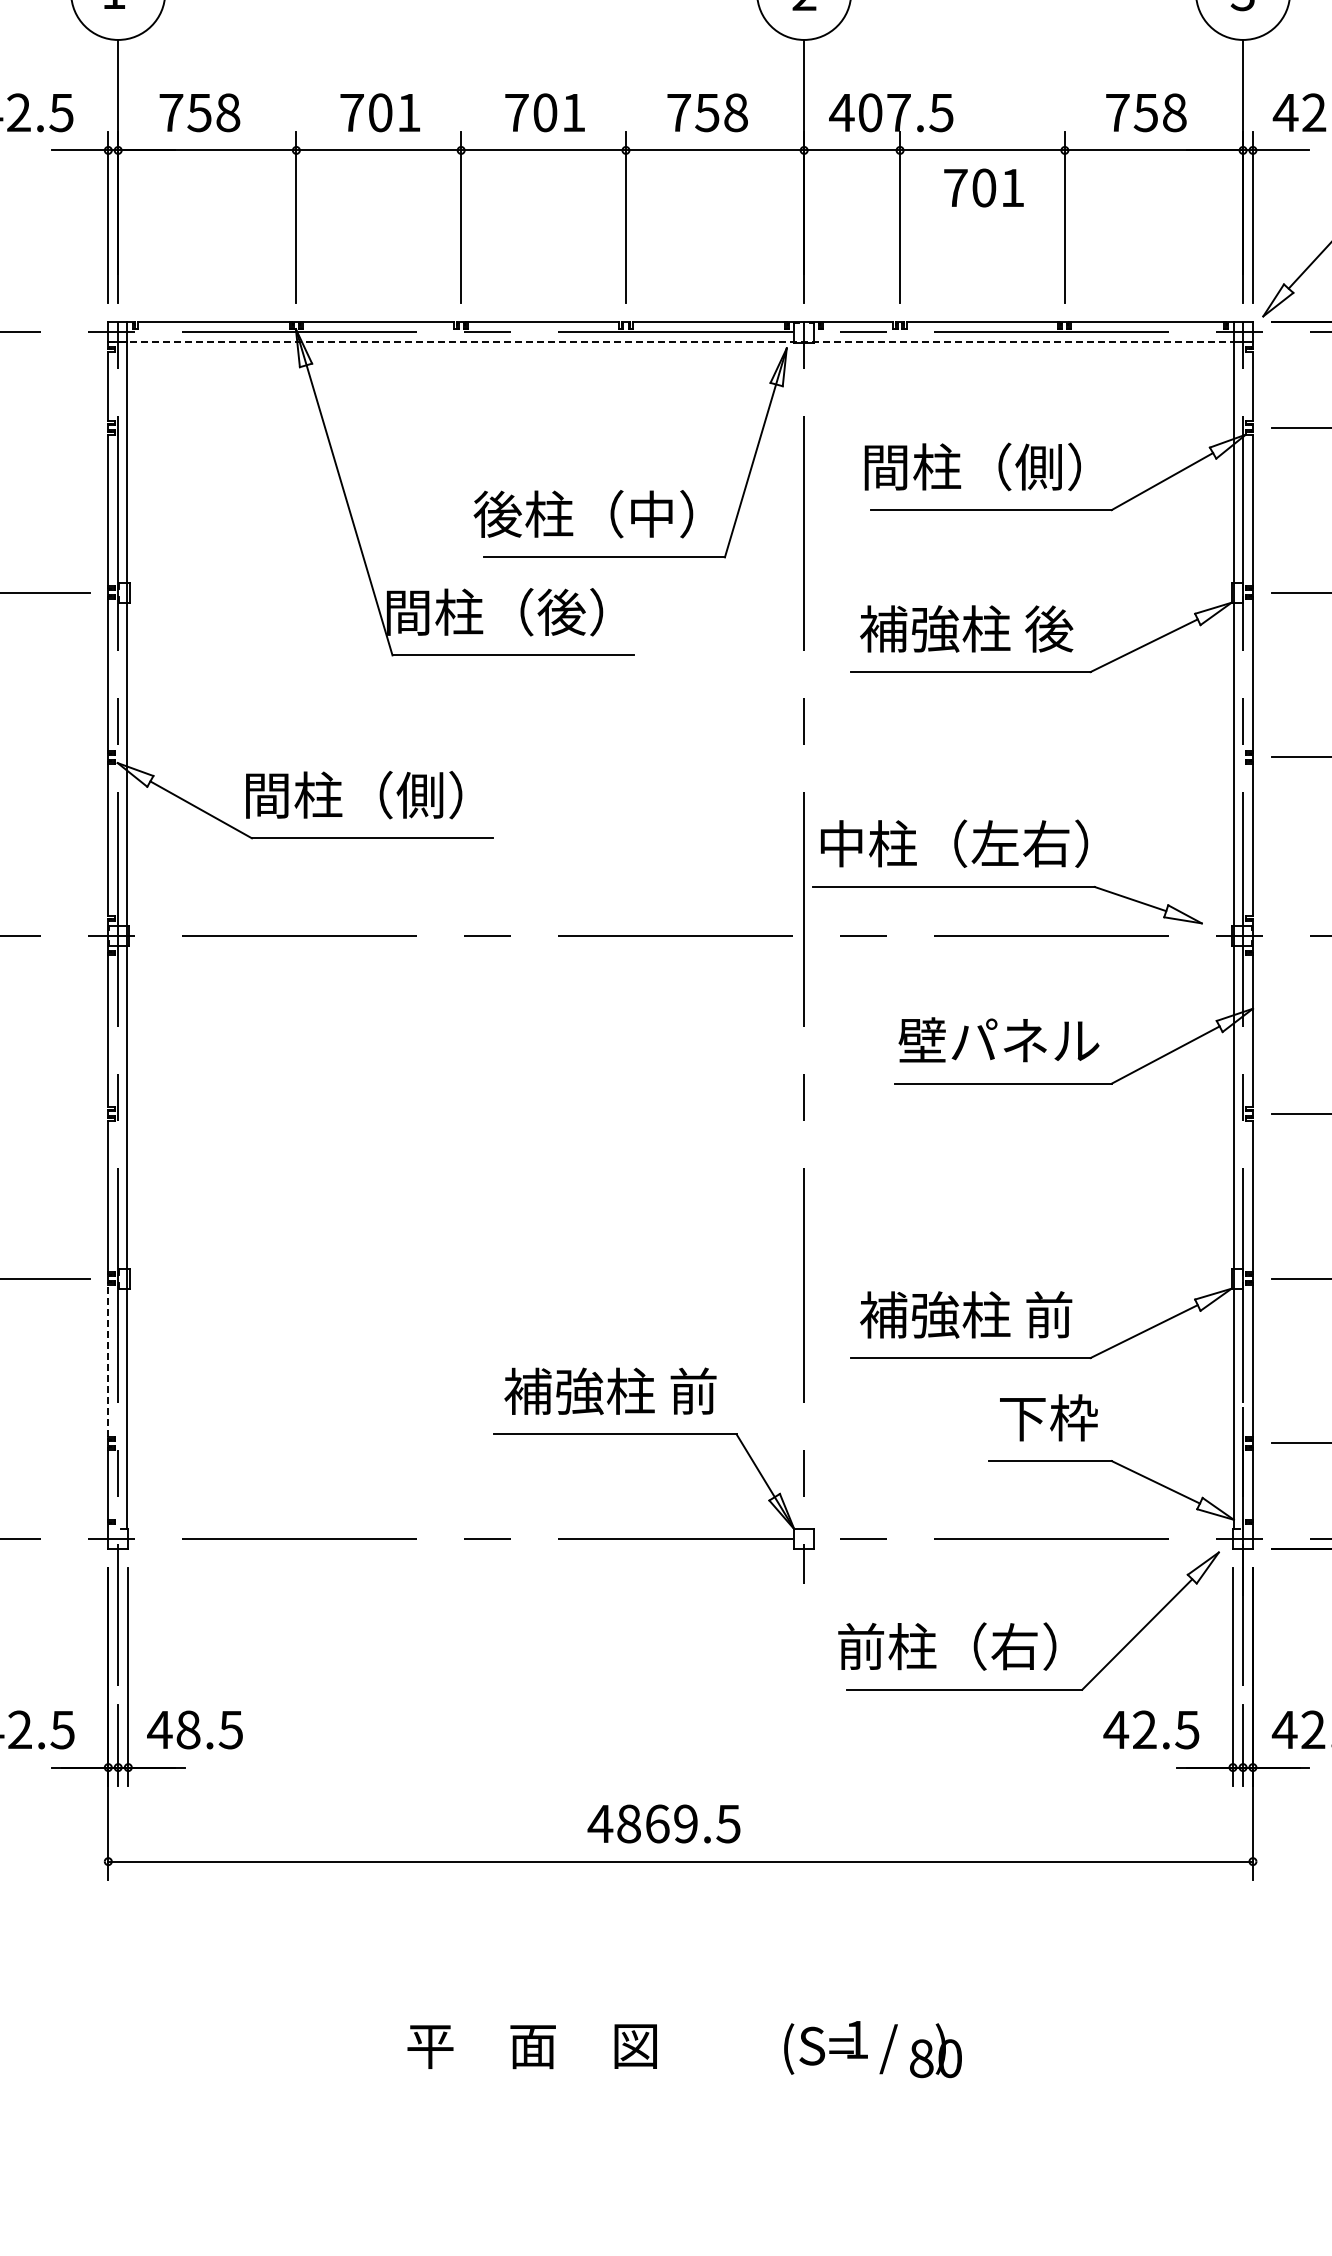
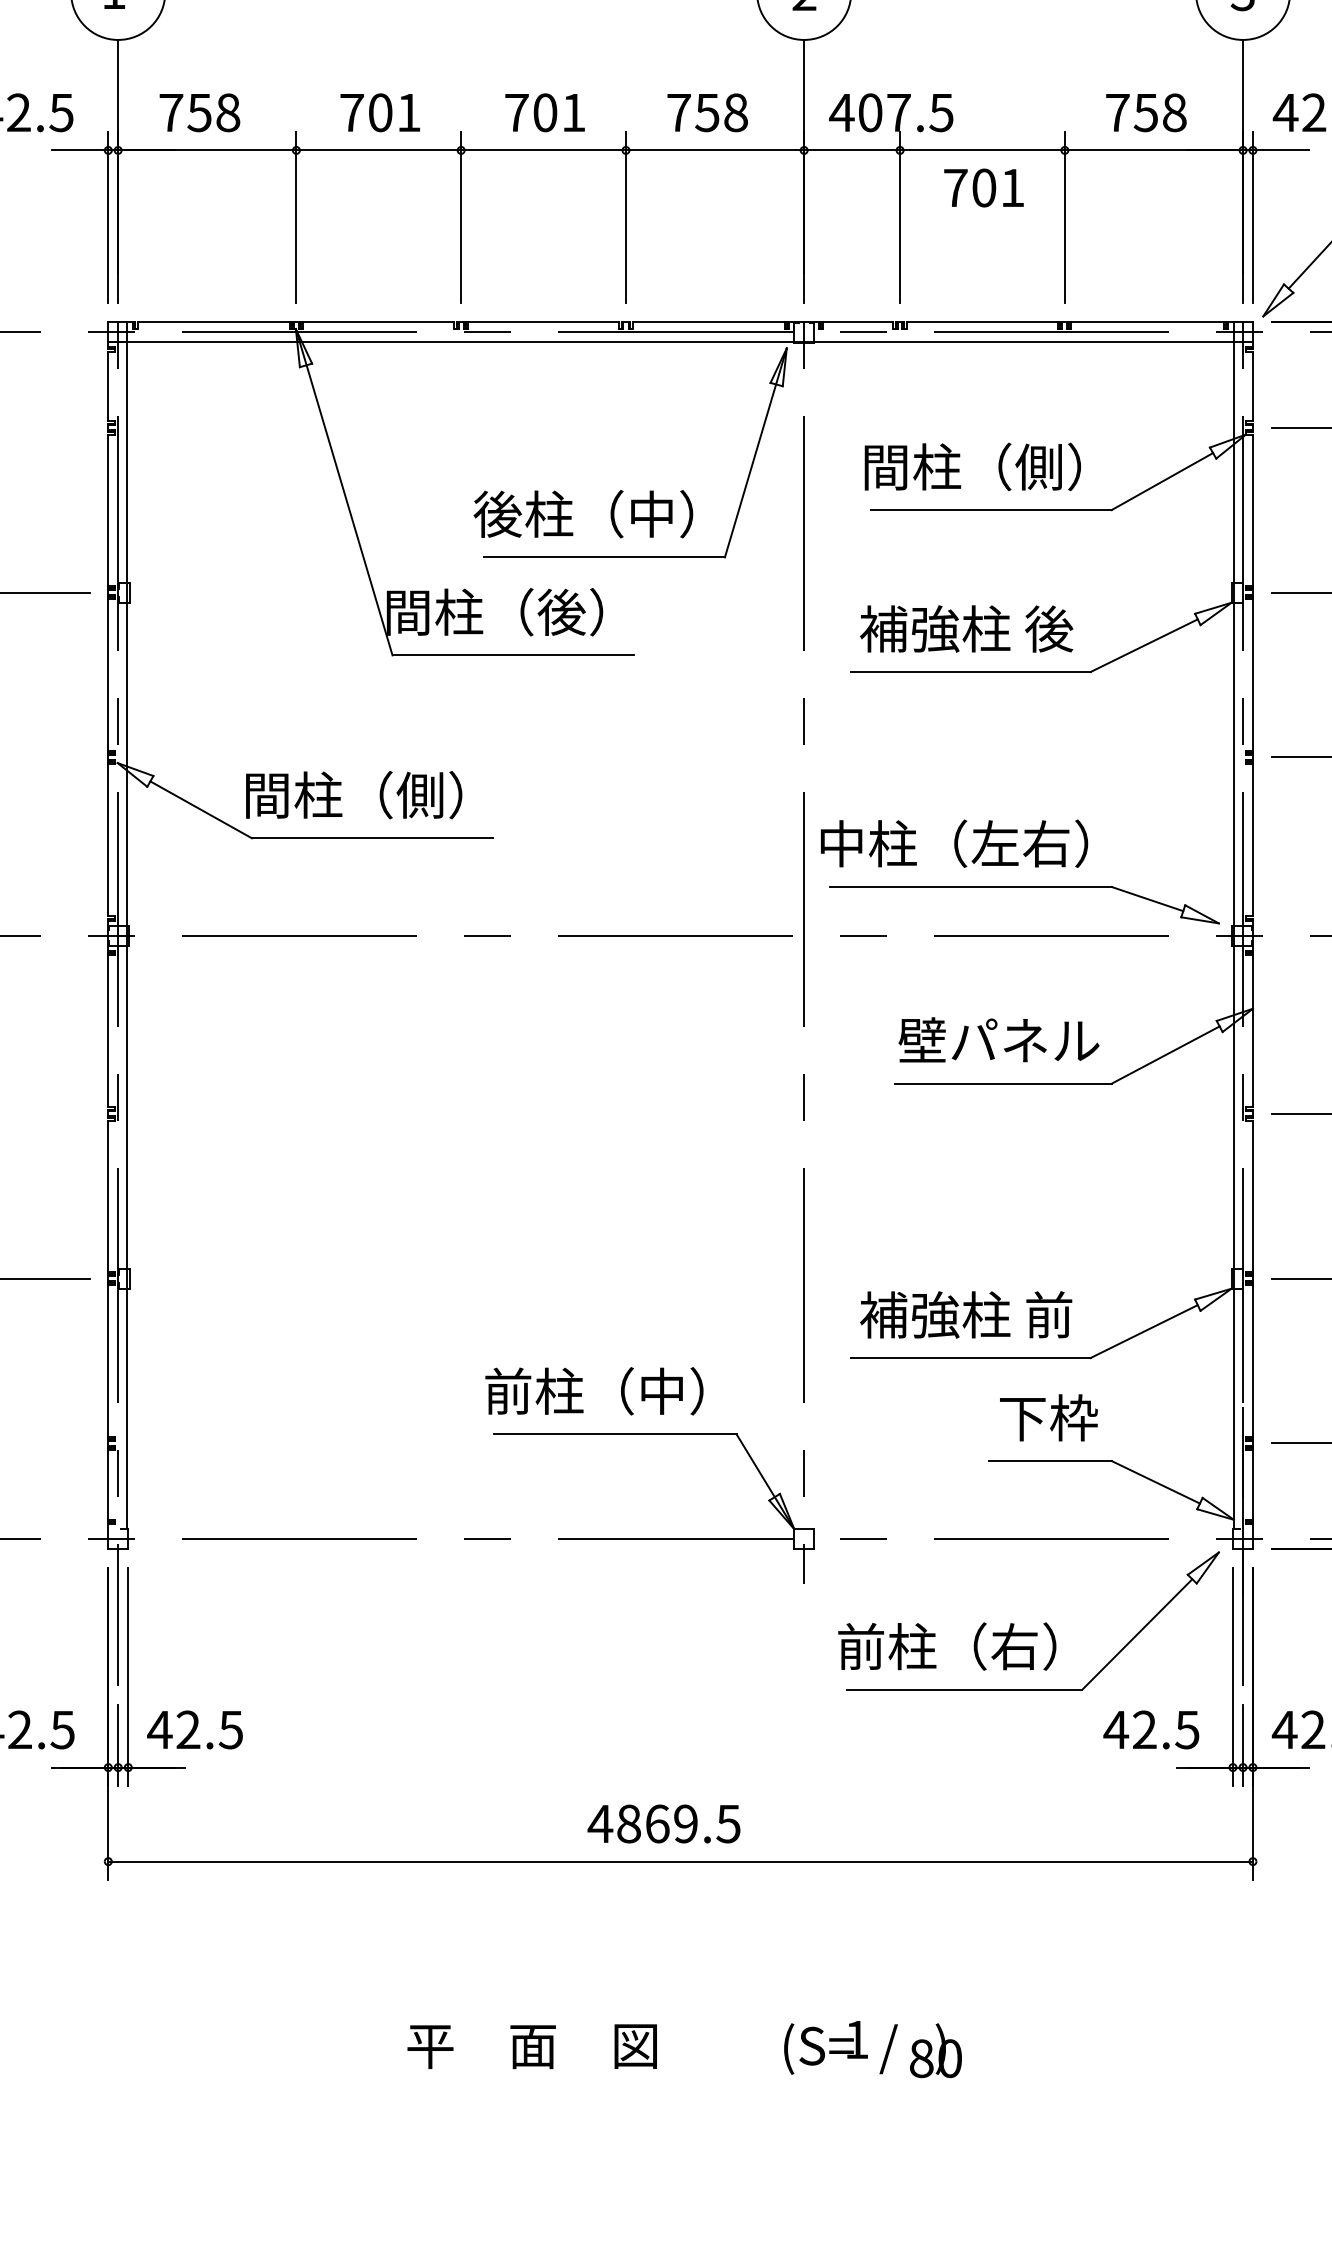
line at (671, 342): dashed -> solid
part at (1007, 887) position: (1007, 887) -> (1024, 887)
line at (108, 1361): dashed -> solid
text at (600, 1391): 補強柱 前 -> 前柱（中）
text at (188, 1729): 48.5 -> 42.5
